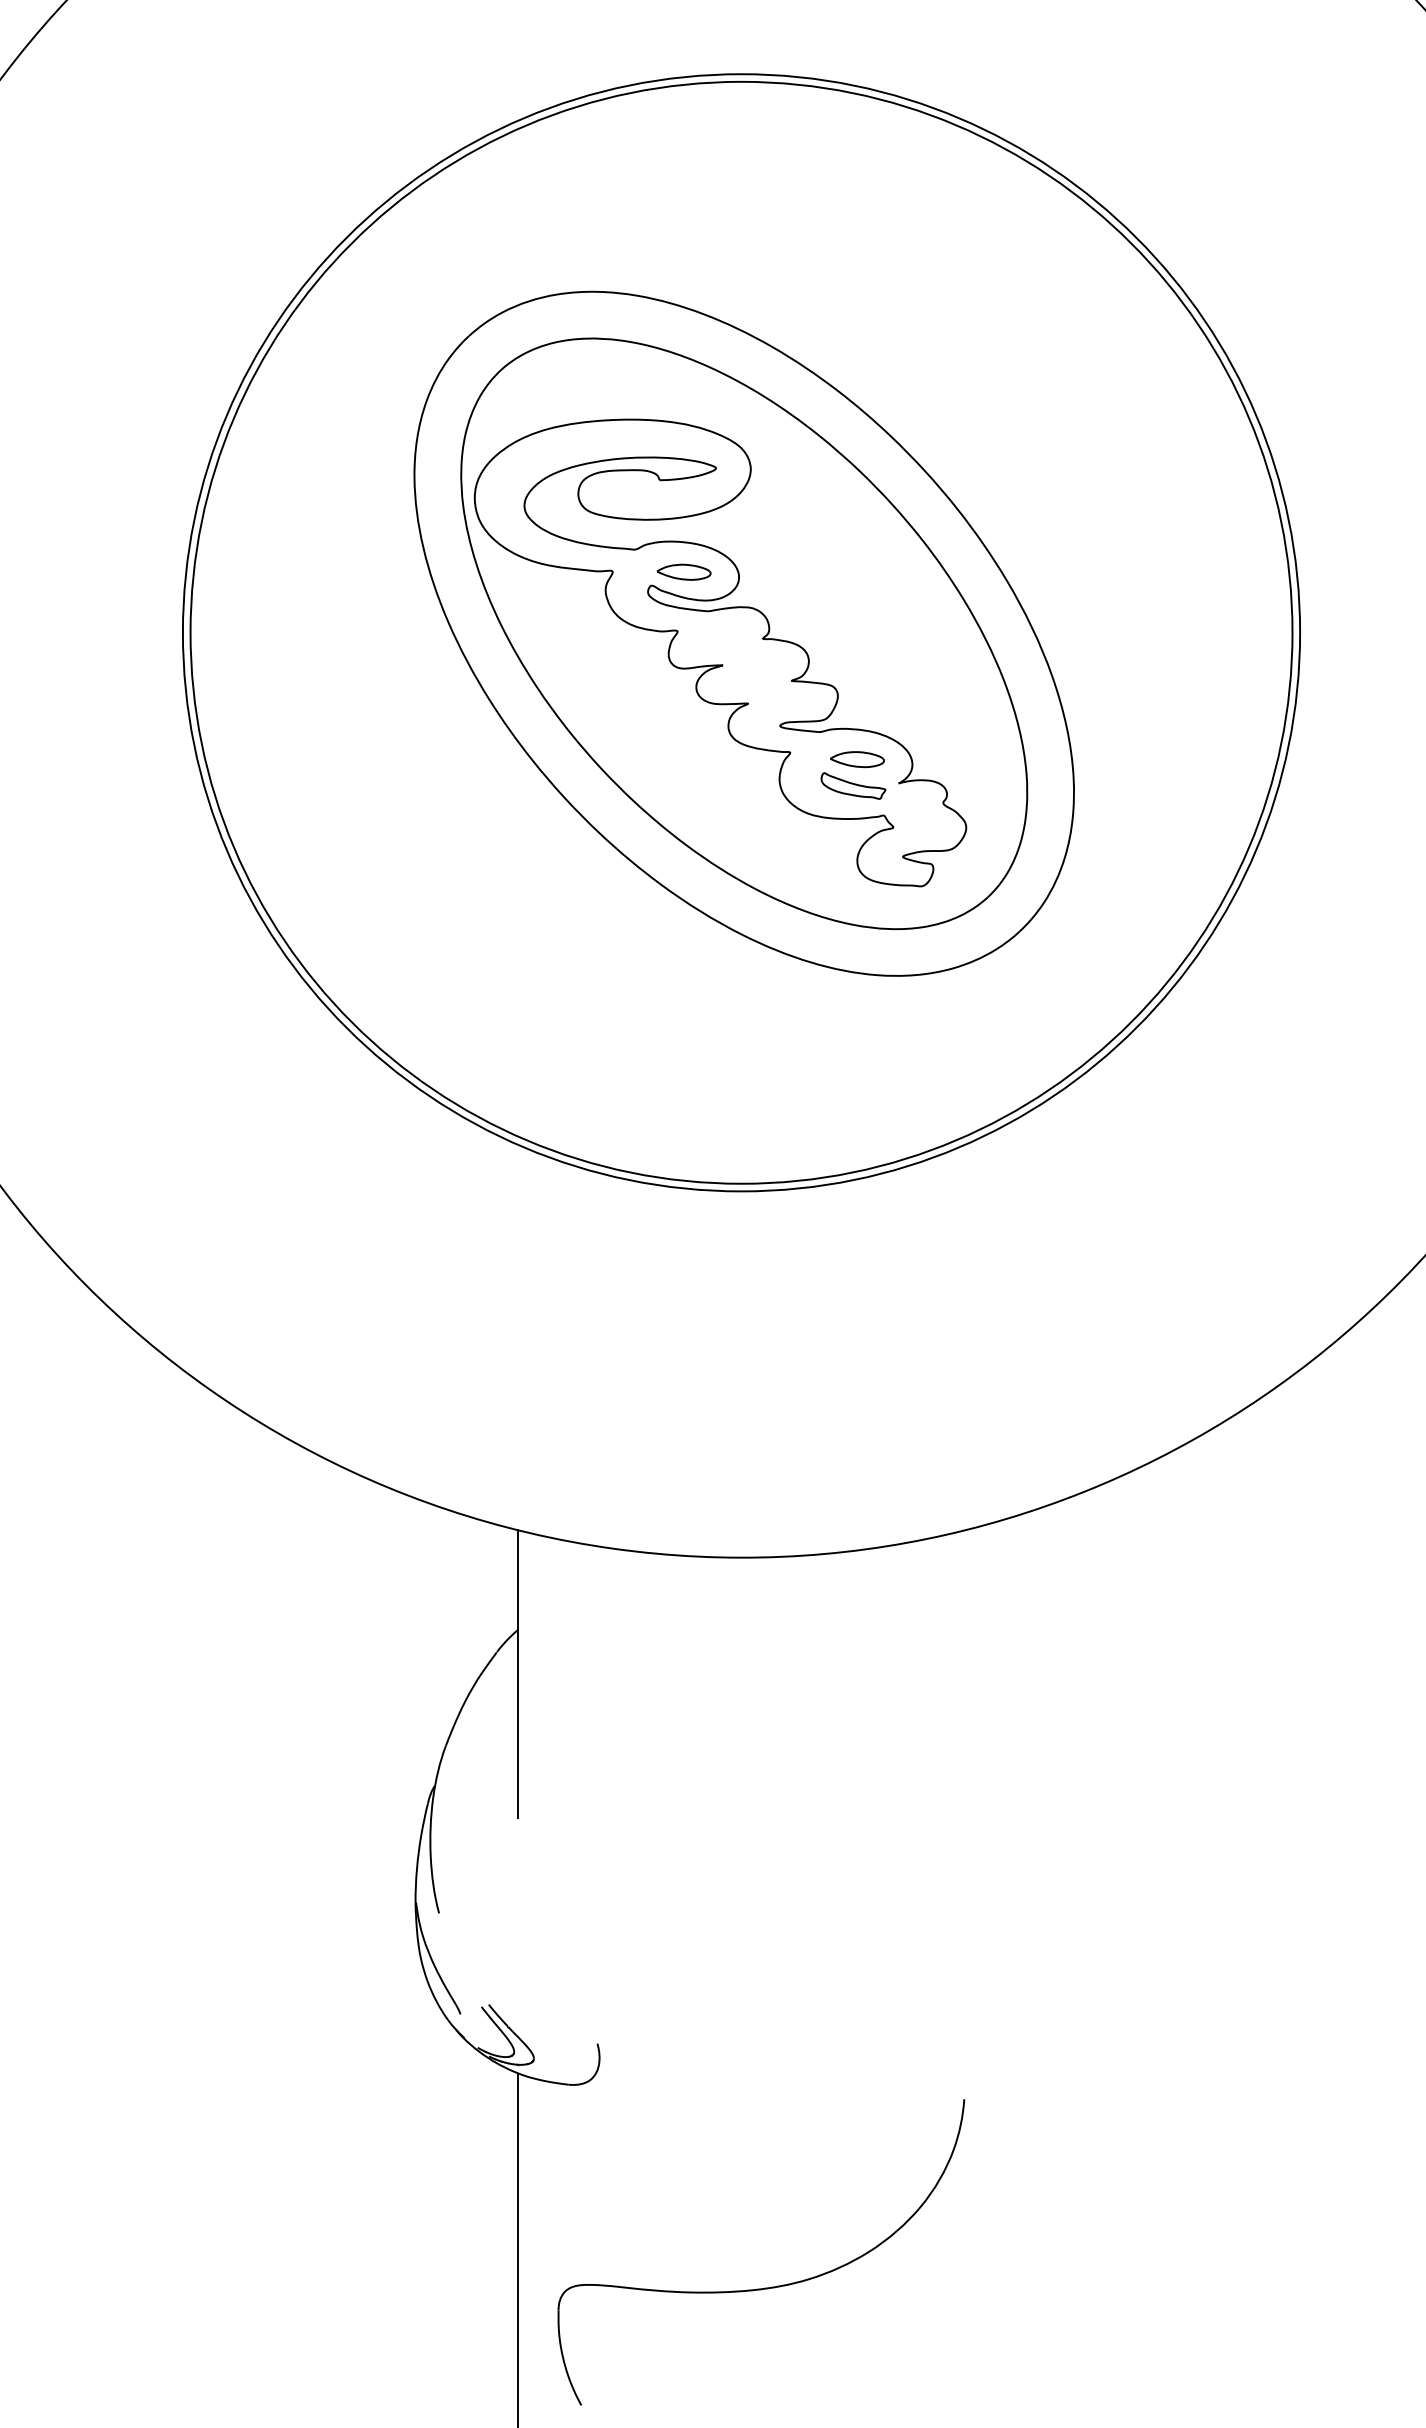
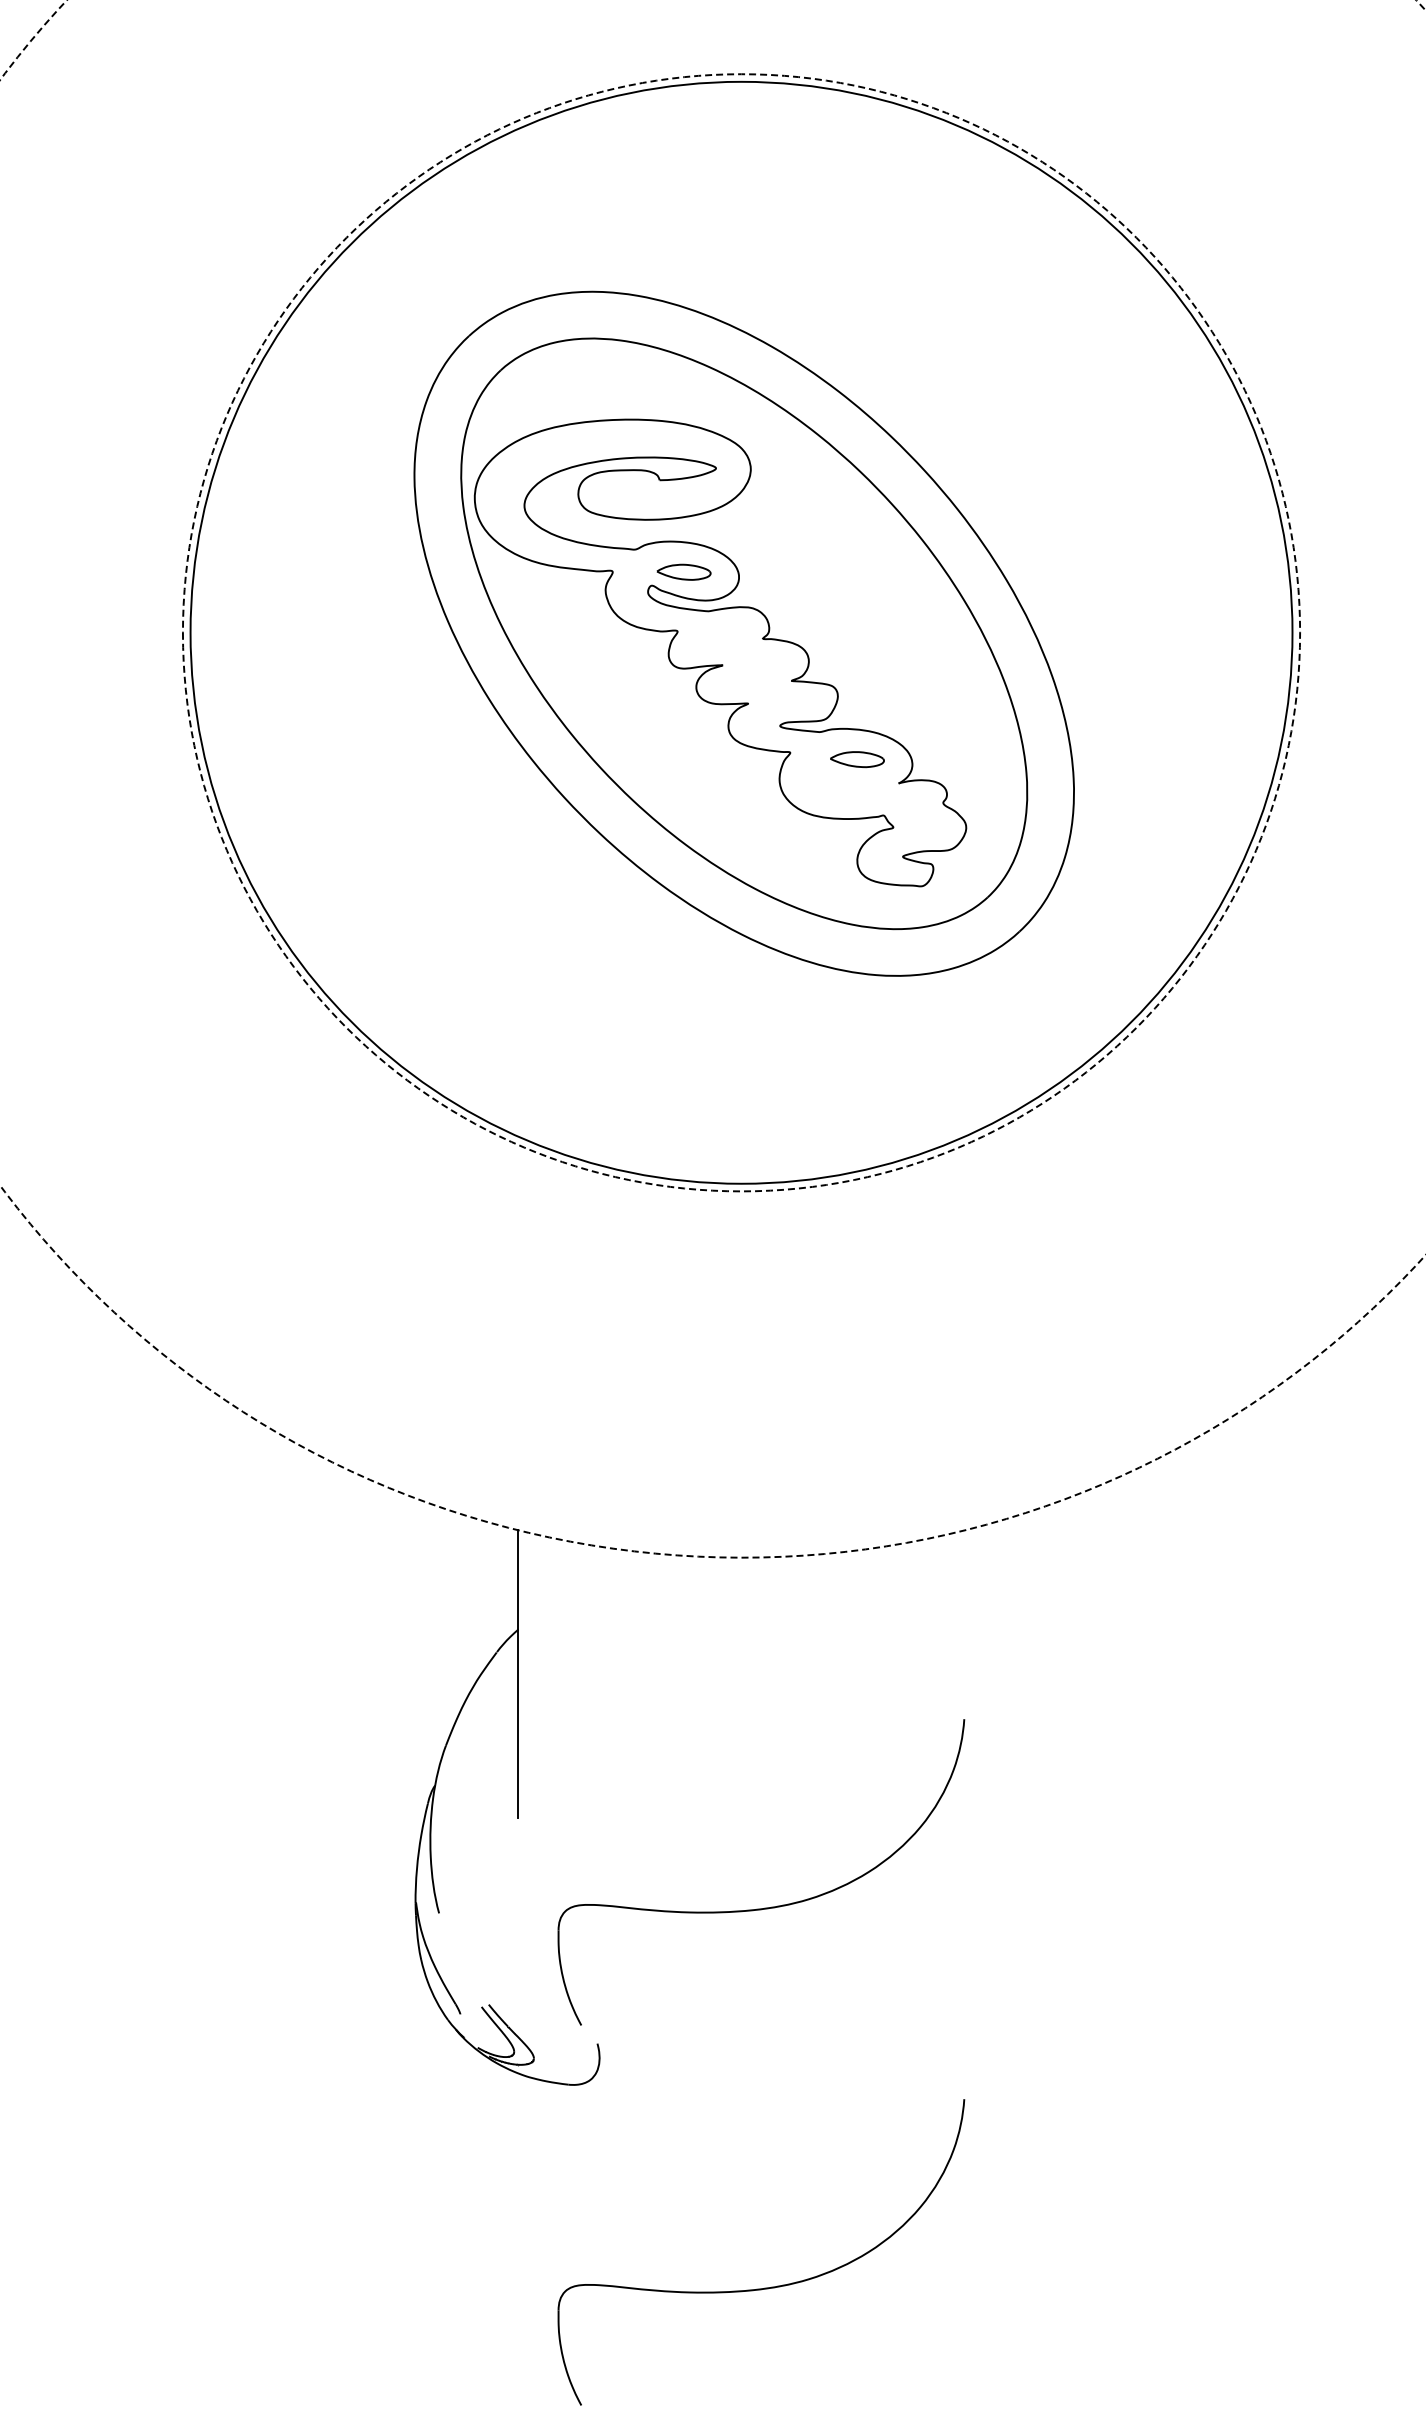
circle at (741, 632): solid -> dashed
part at (853, 785): present -> none
arc at (636, 1551): solid -> dashed
part at (764, 1907): none -> present
line at (518, 2248): present -> none
